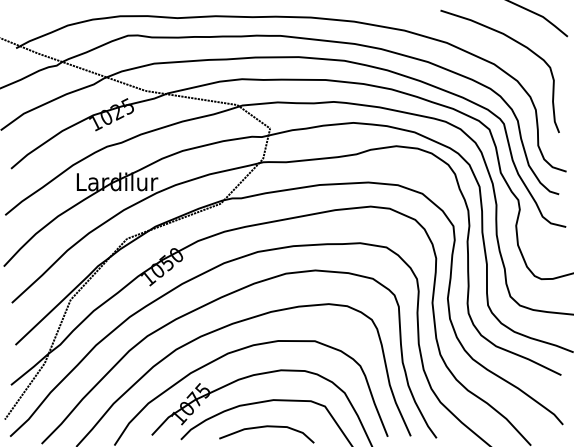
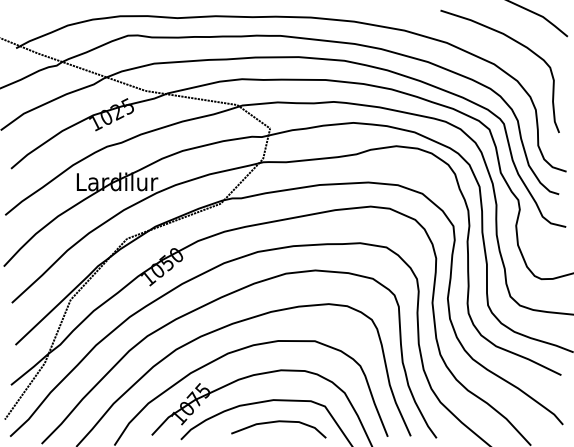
curve at (266, 427) position: (266, 427) -> (278, 422)
